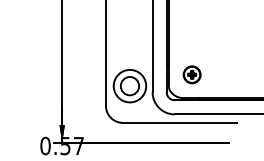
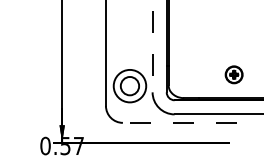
line at (152, 46): solid -> dashed
part at (191, 74) position: (191, 74) -> (233, 74)
line at (179, 122): solid -> dashed
